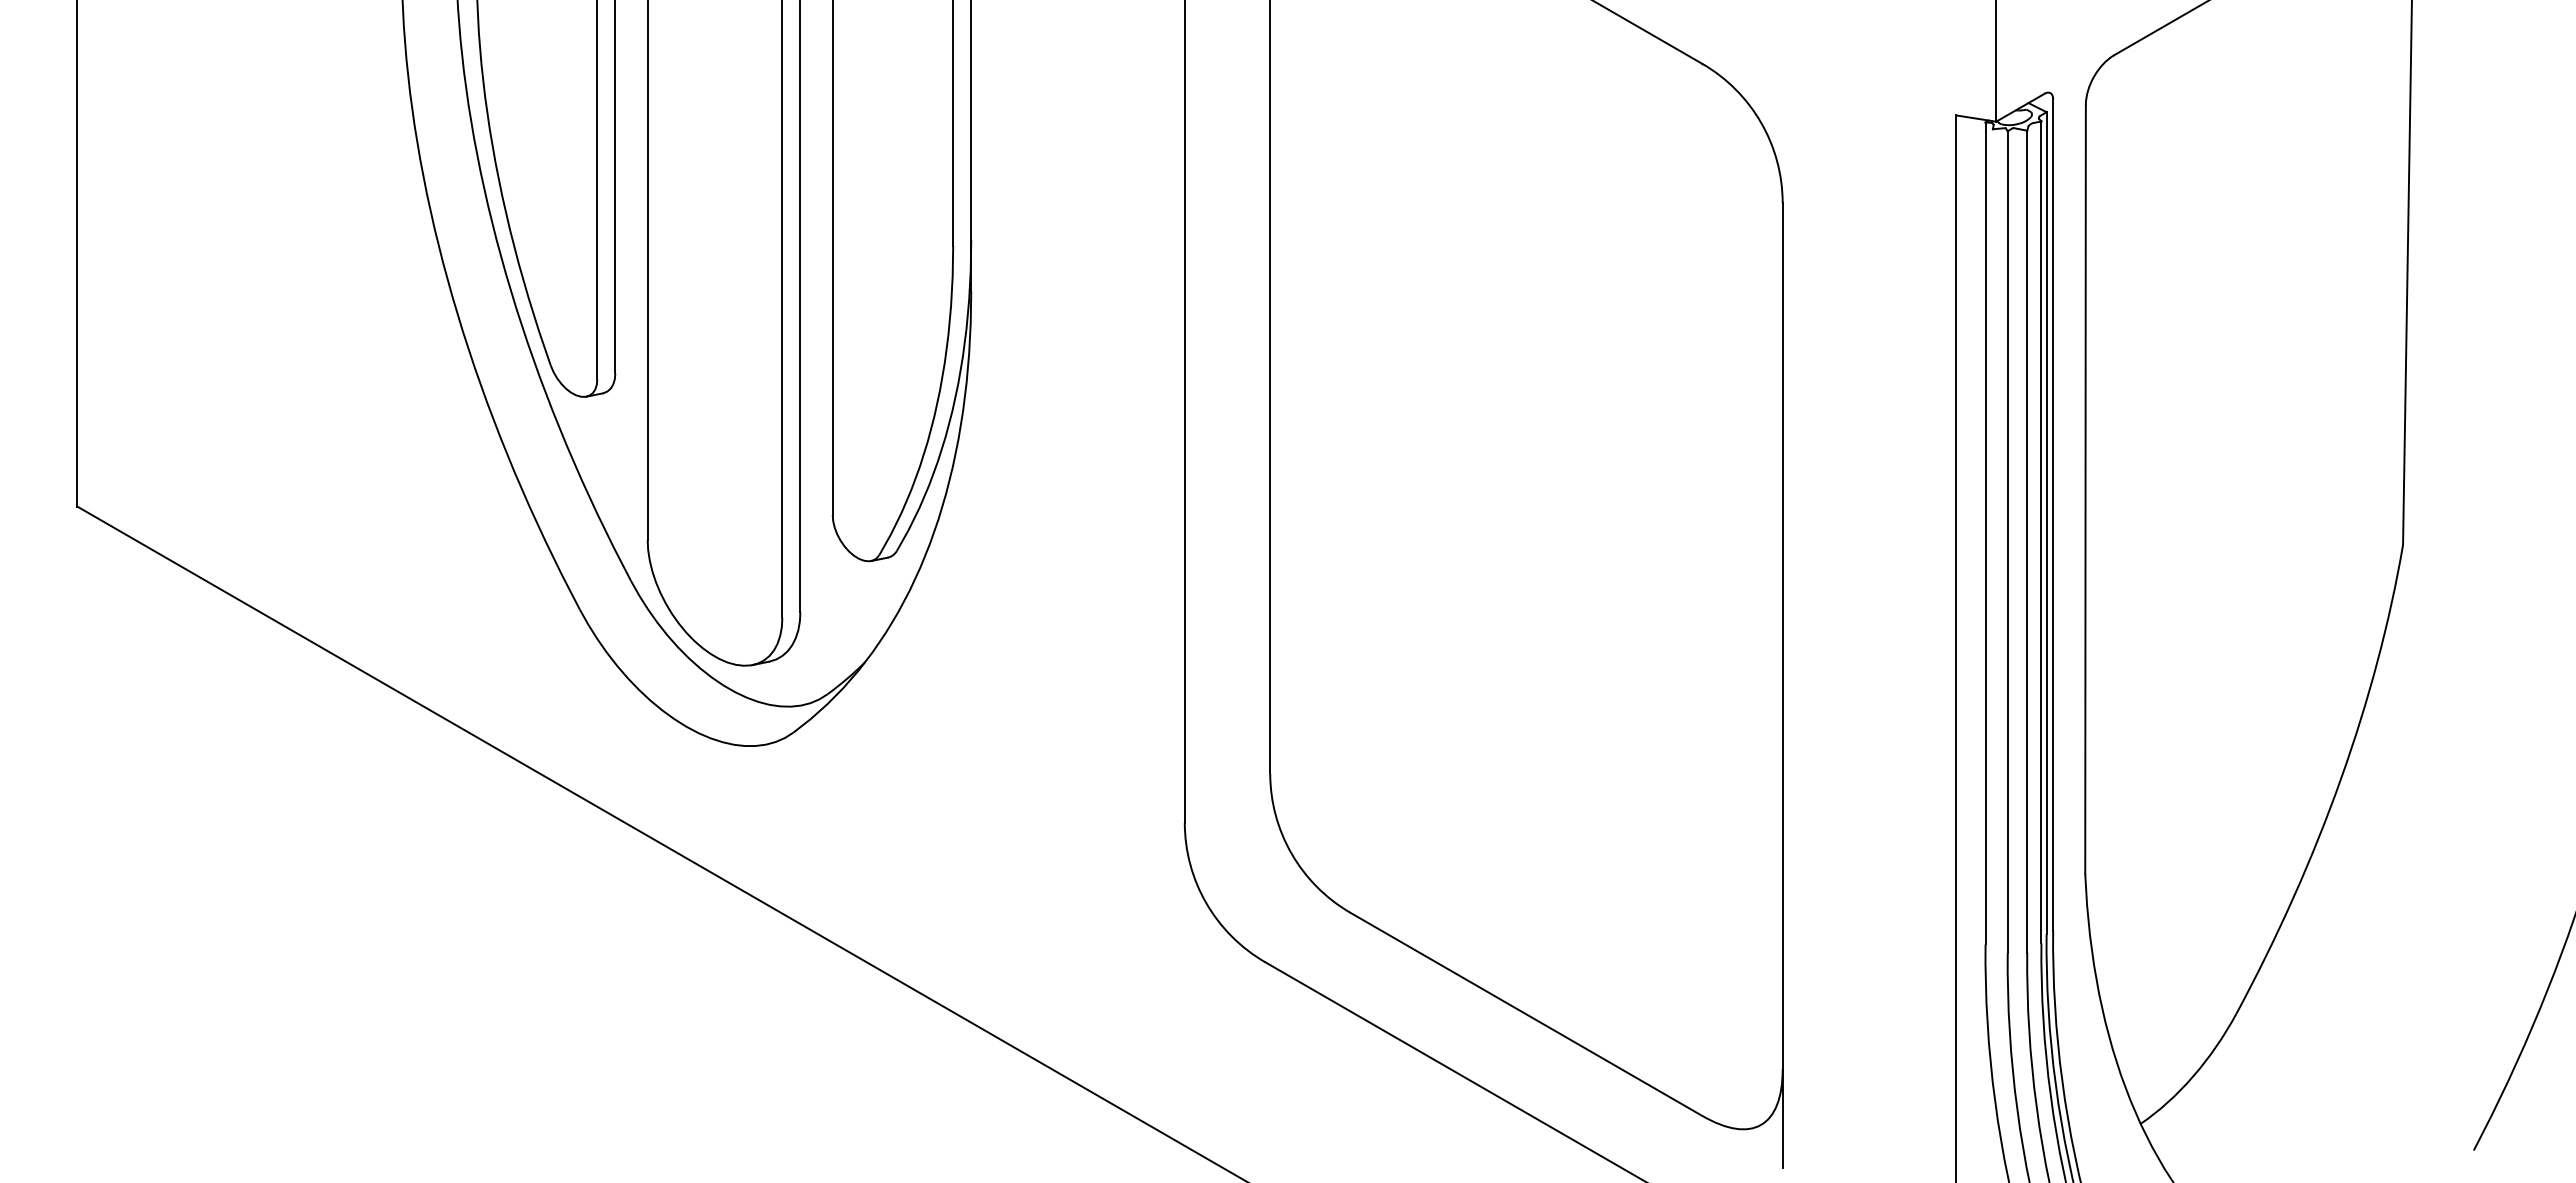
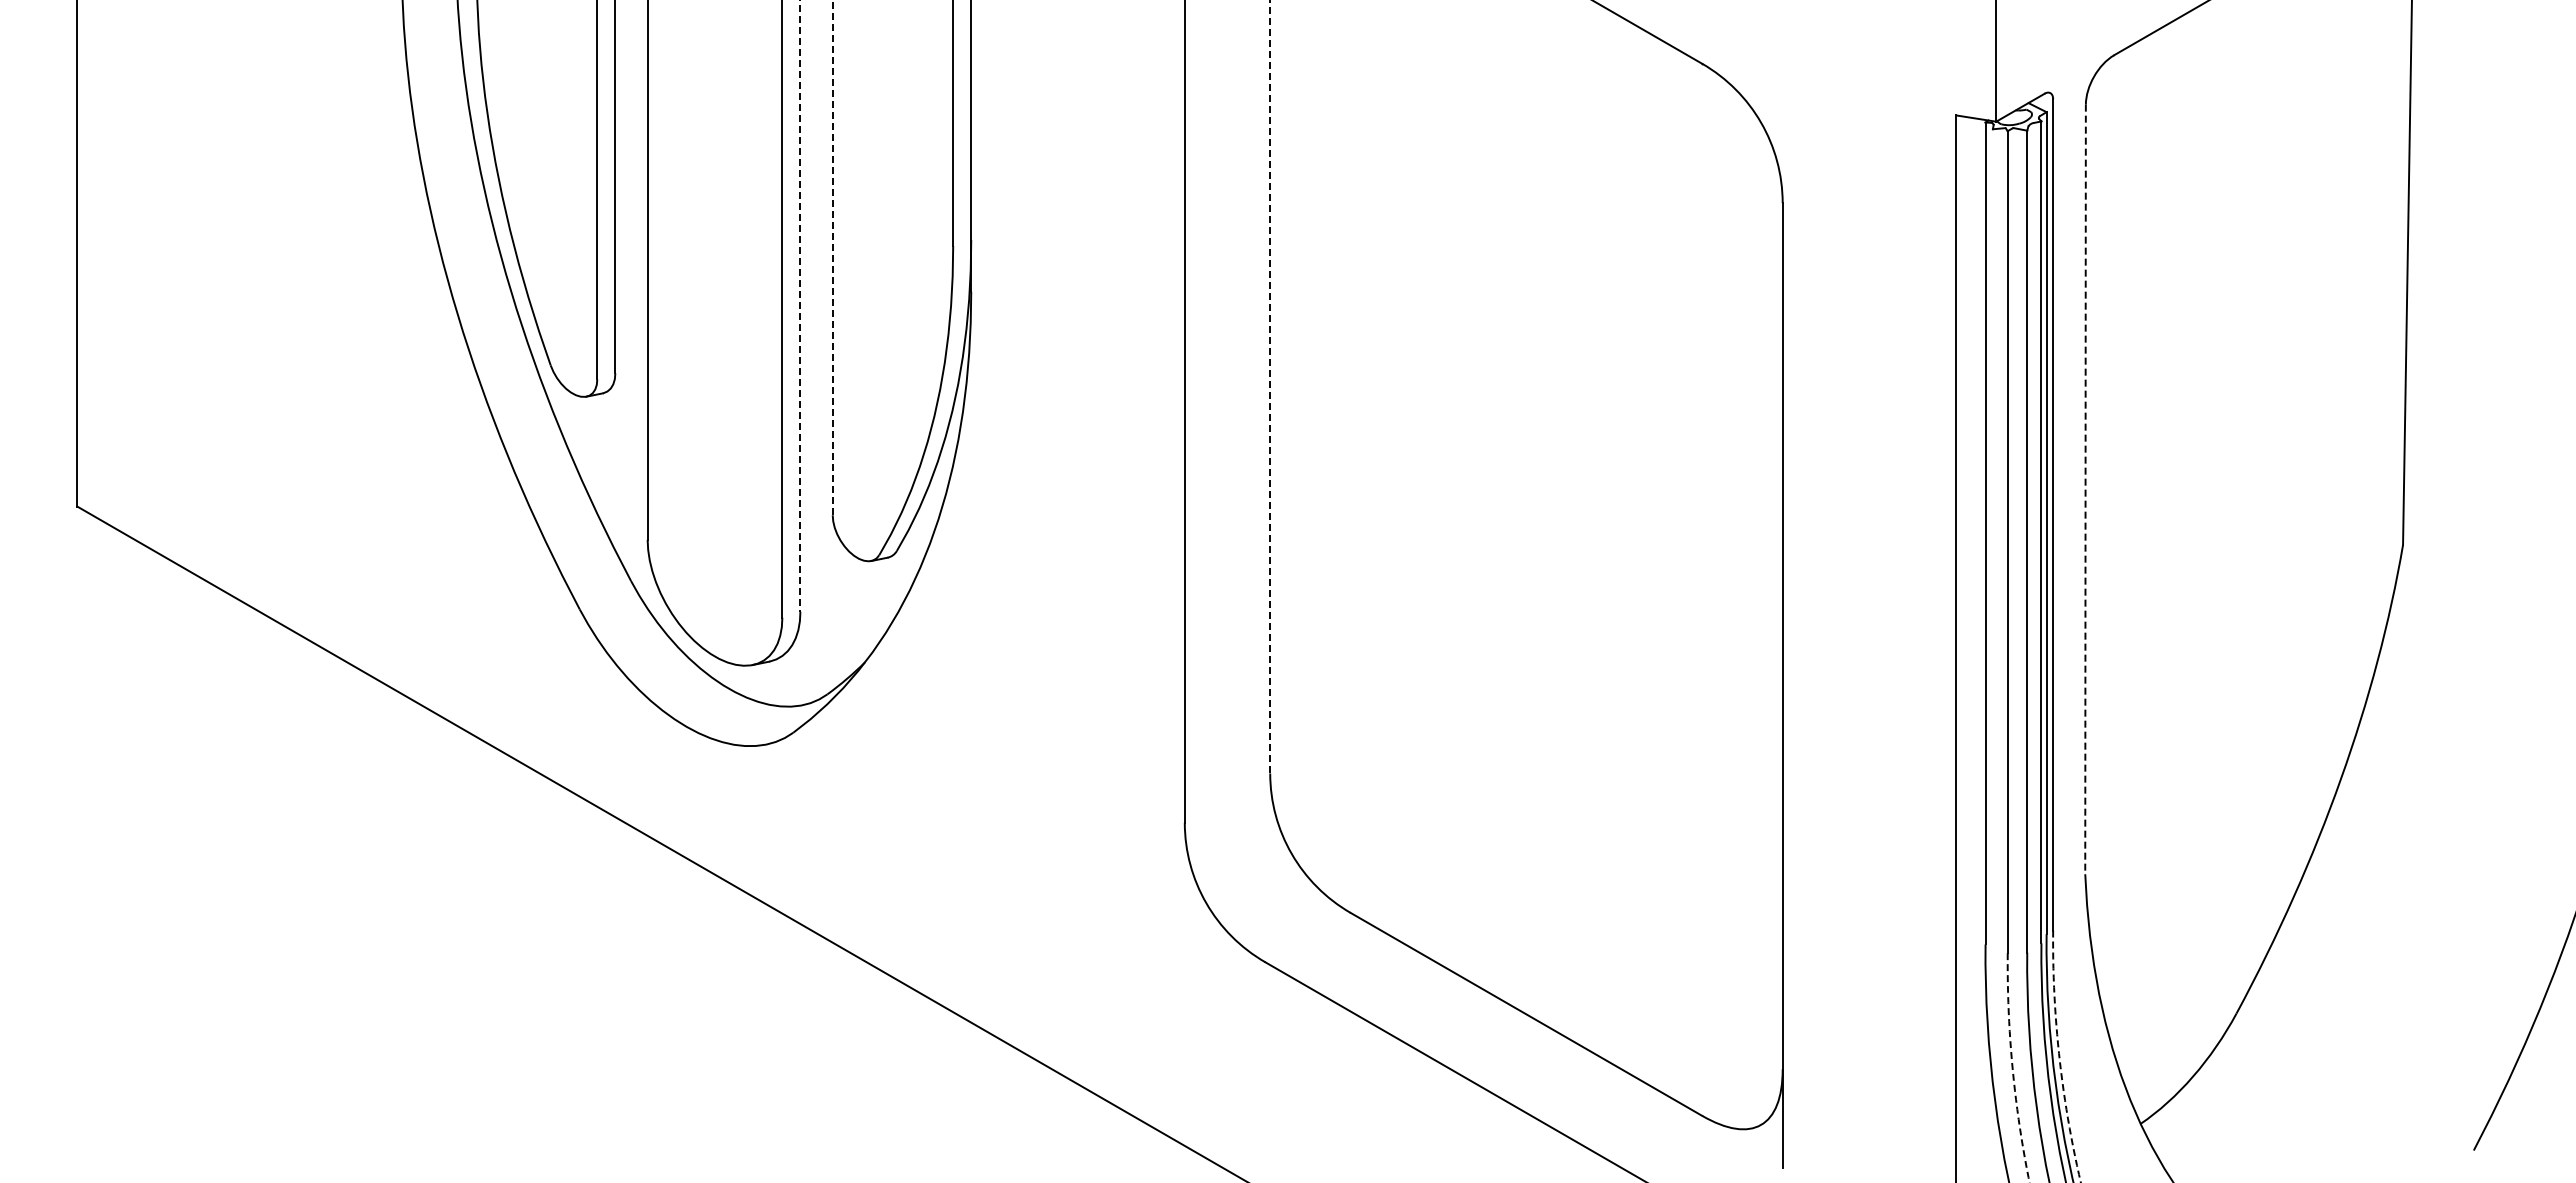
line at (832, 257): solid -> dashed
line at (800, 306): solid -> dashed
line at (1270, 386): solid -> dashed
line at (2085, 489): solid -> dashed
arc at (2059, 1057): solid -> dashed
arc at (2012, 1068): solid -> dashed
